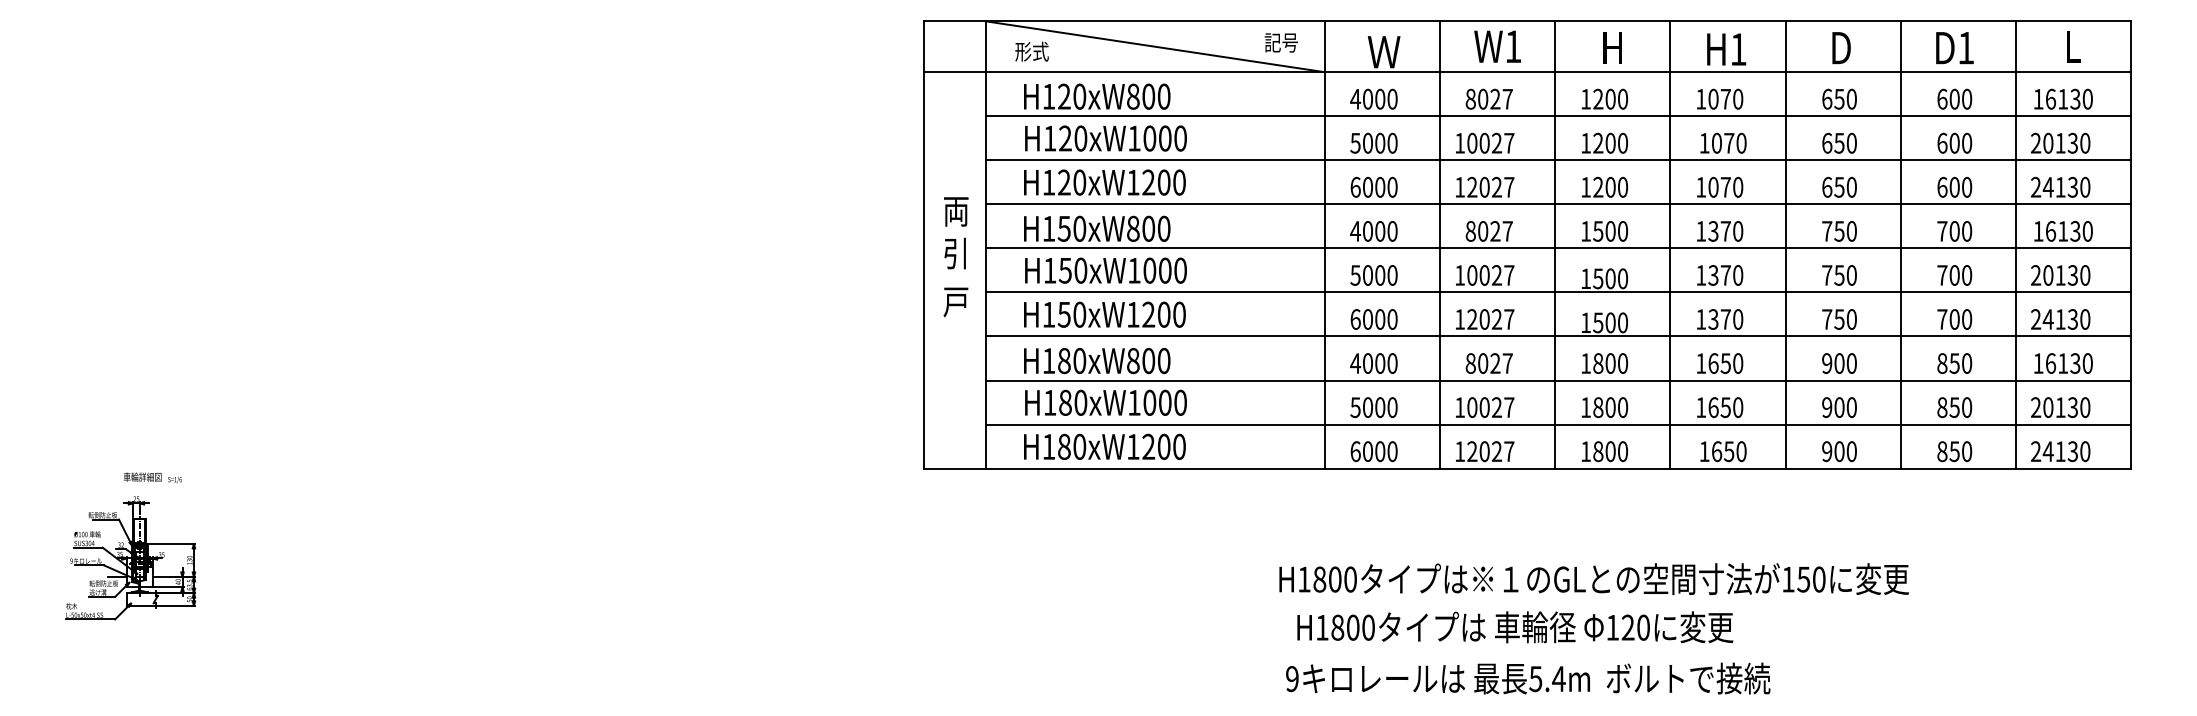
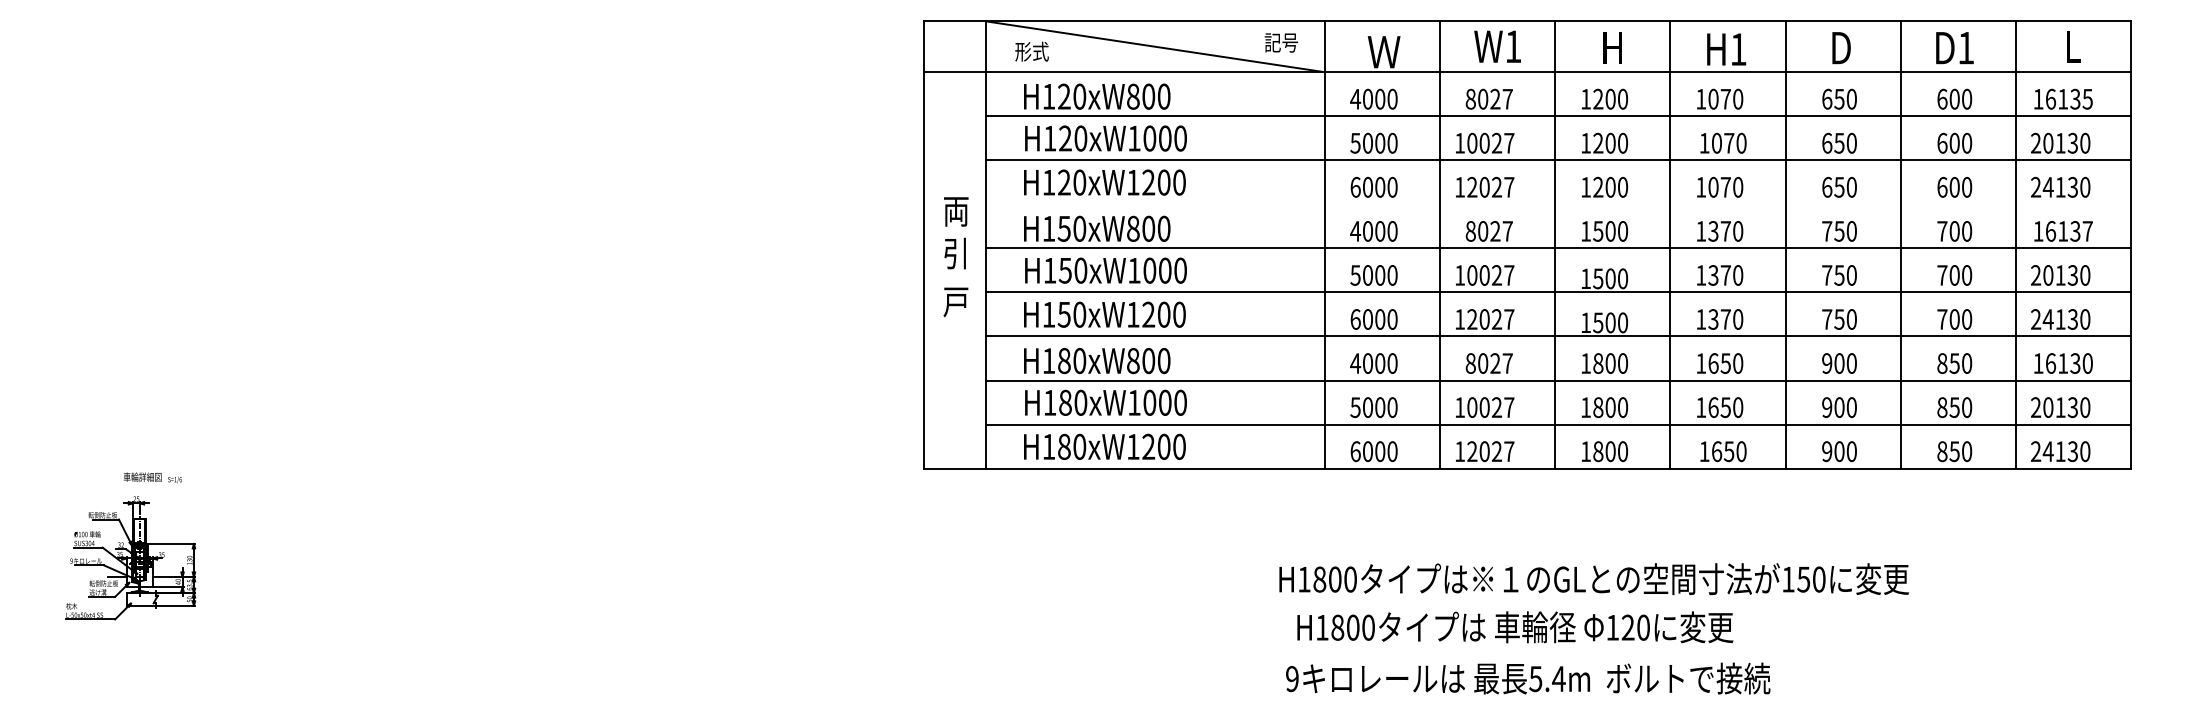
text at (2087, 98): 16130 -> 16135
line at (1558, 204): present -> none
text at (2087, 231): 16130 -> 16137
